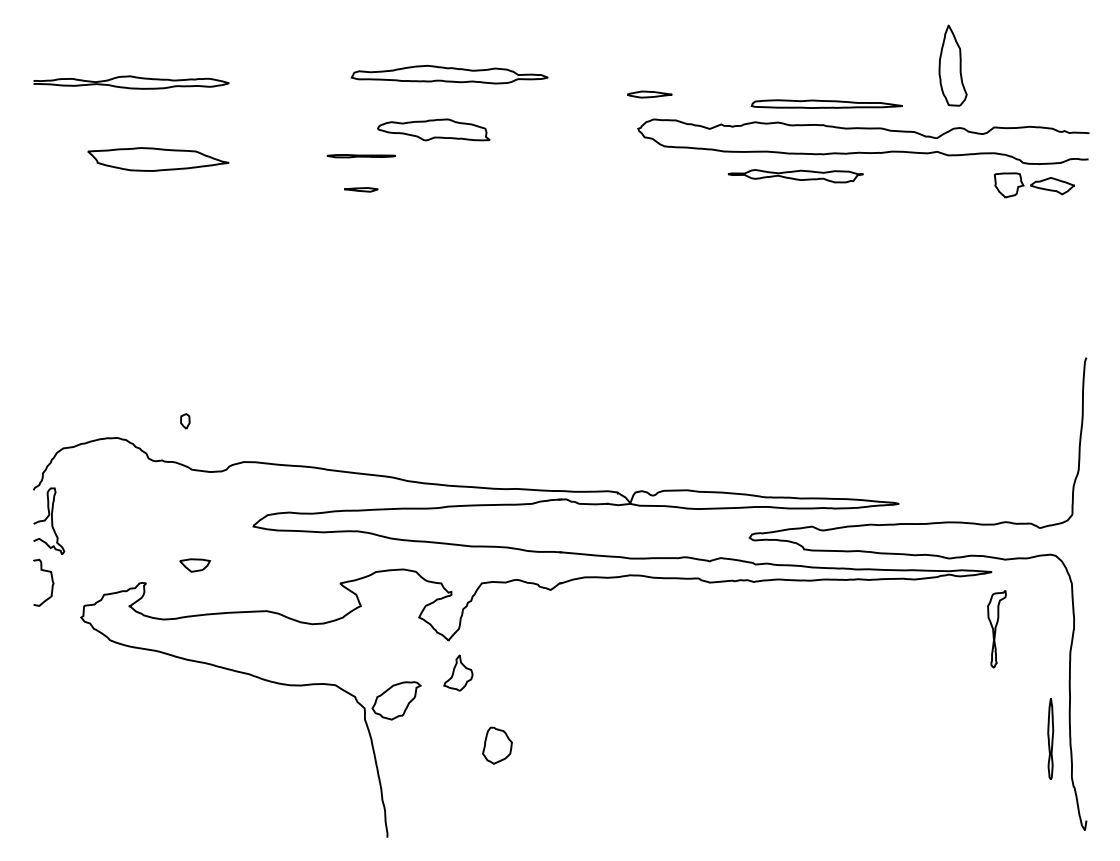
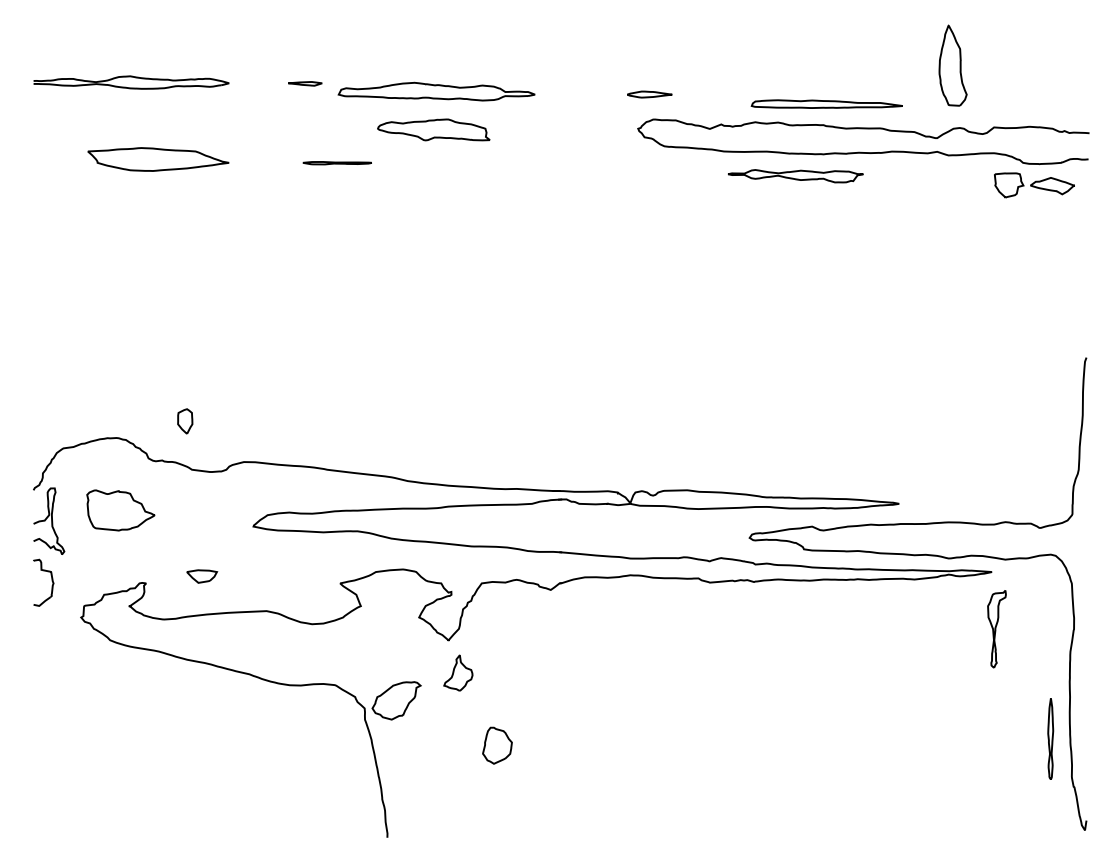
part at (449, 74) position: (449, 74) -> (436, 91)
line at (360, 156) position: (360, 156) -> (336, 163)
part at (361, 189) position: (361, 189) -> (305, 83)
part at (185, 421) size: 11x17 px -> 17x27 px
part at (120, 510): none -> present
part at (195, 565) position: (195, 565) -> (202, 576)
